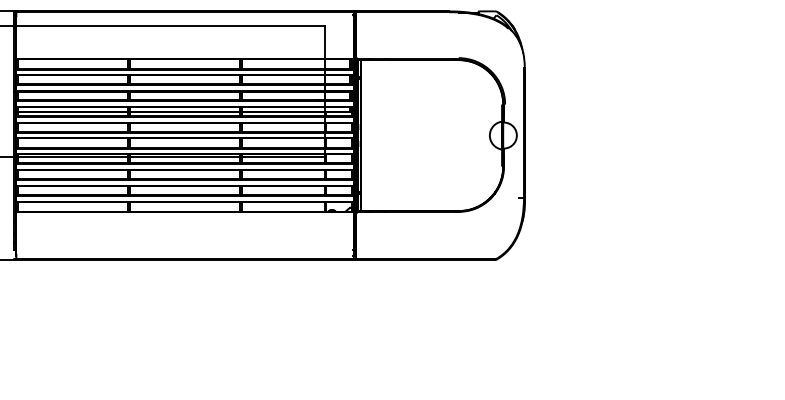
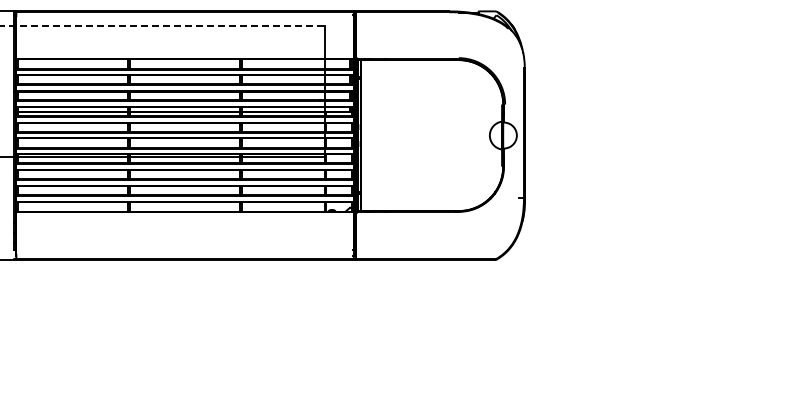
line at (163, 25): solid -> dashed
